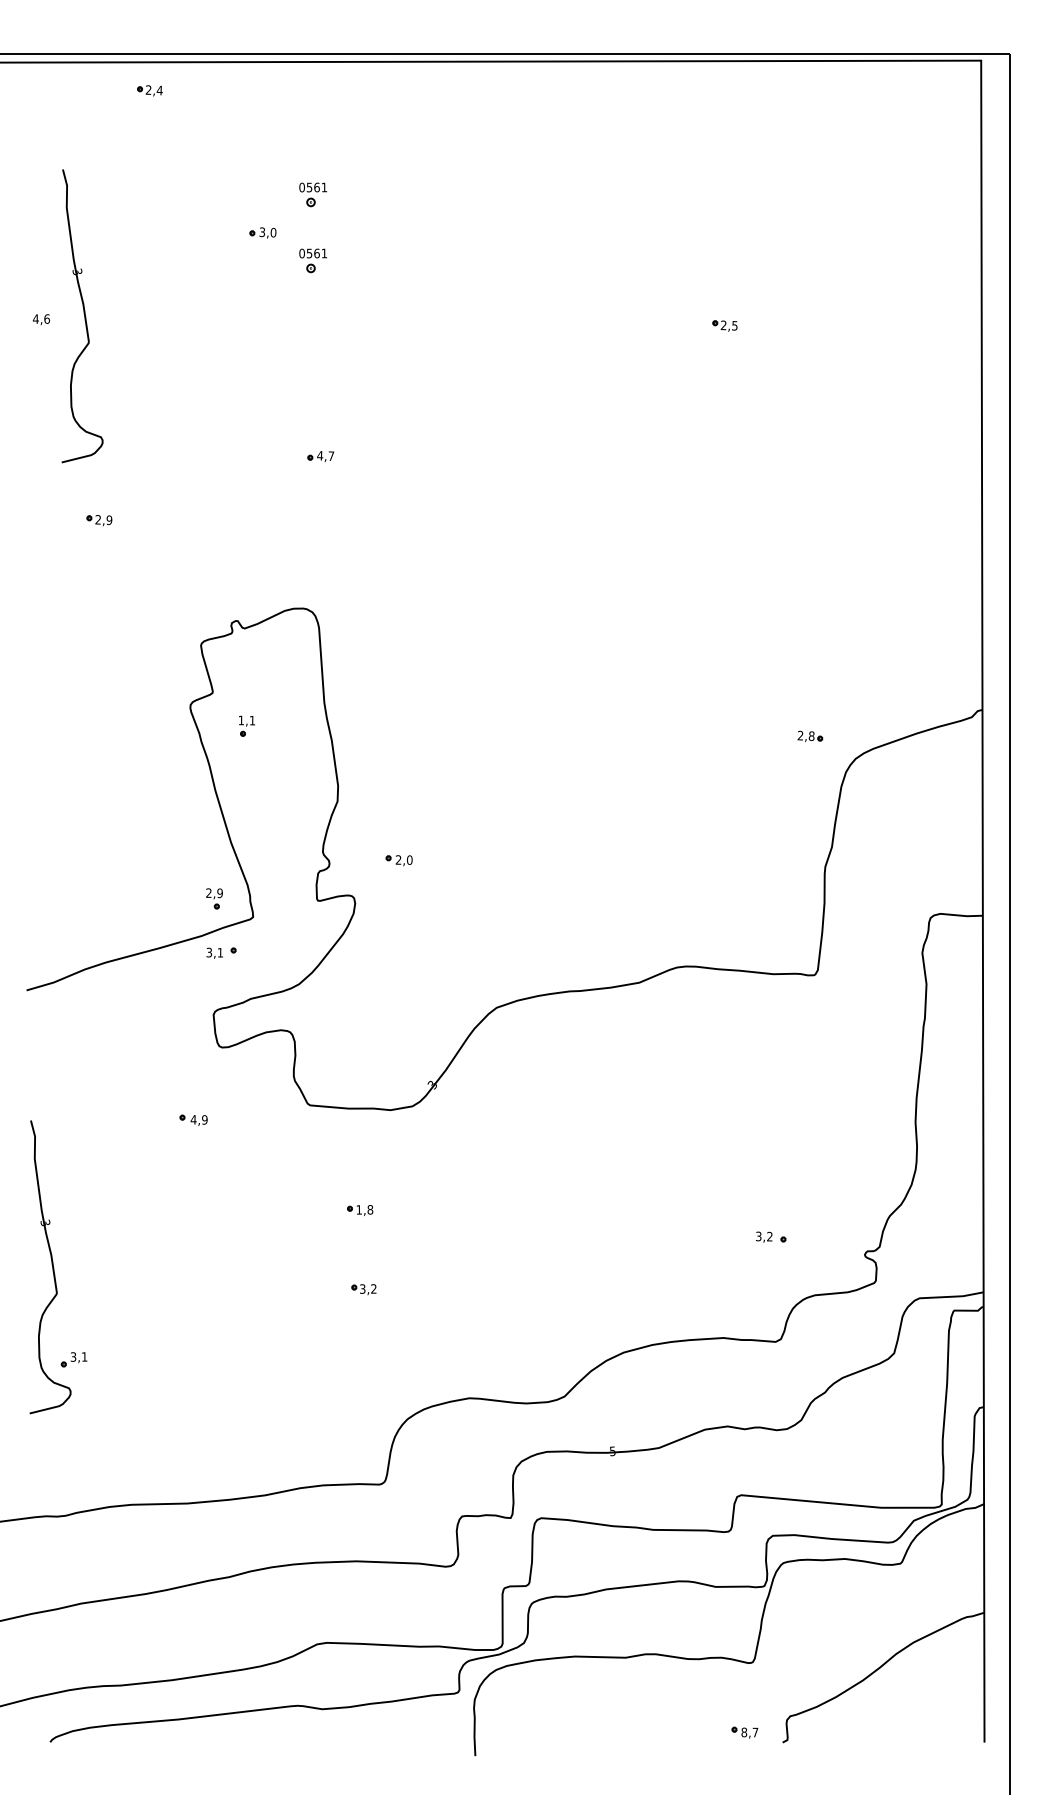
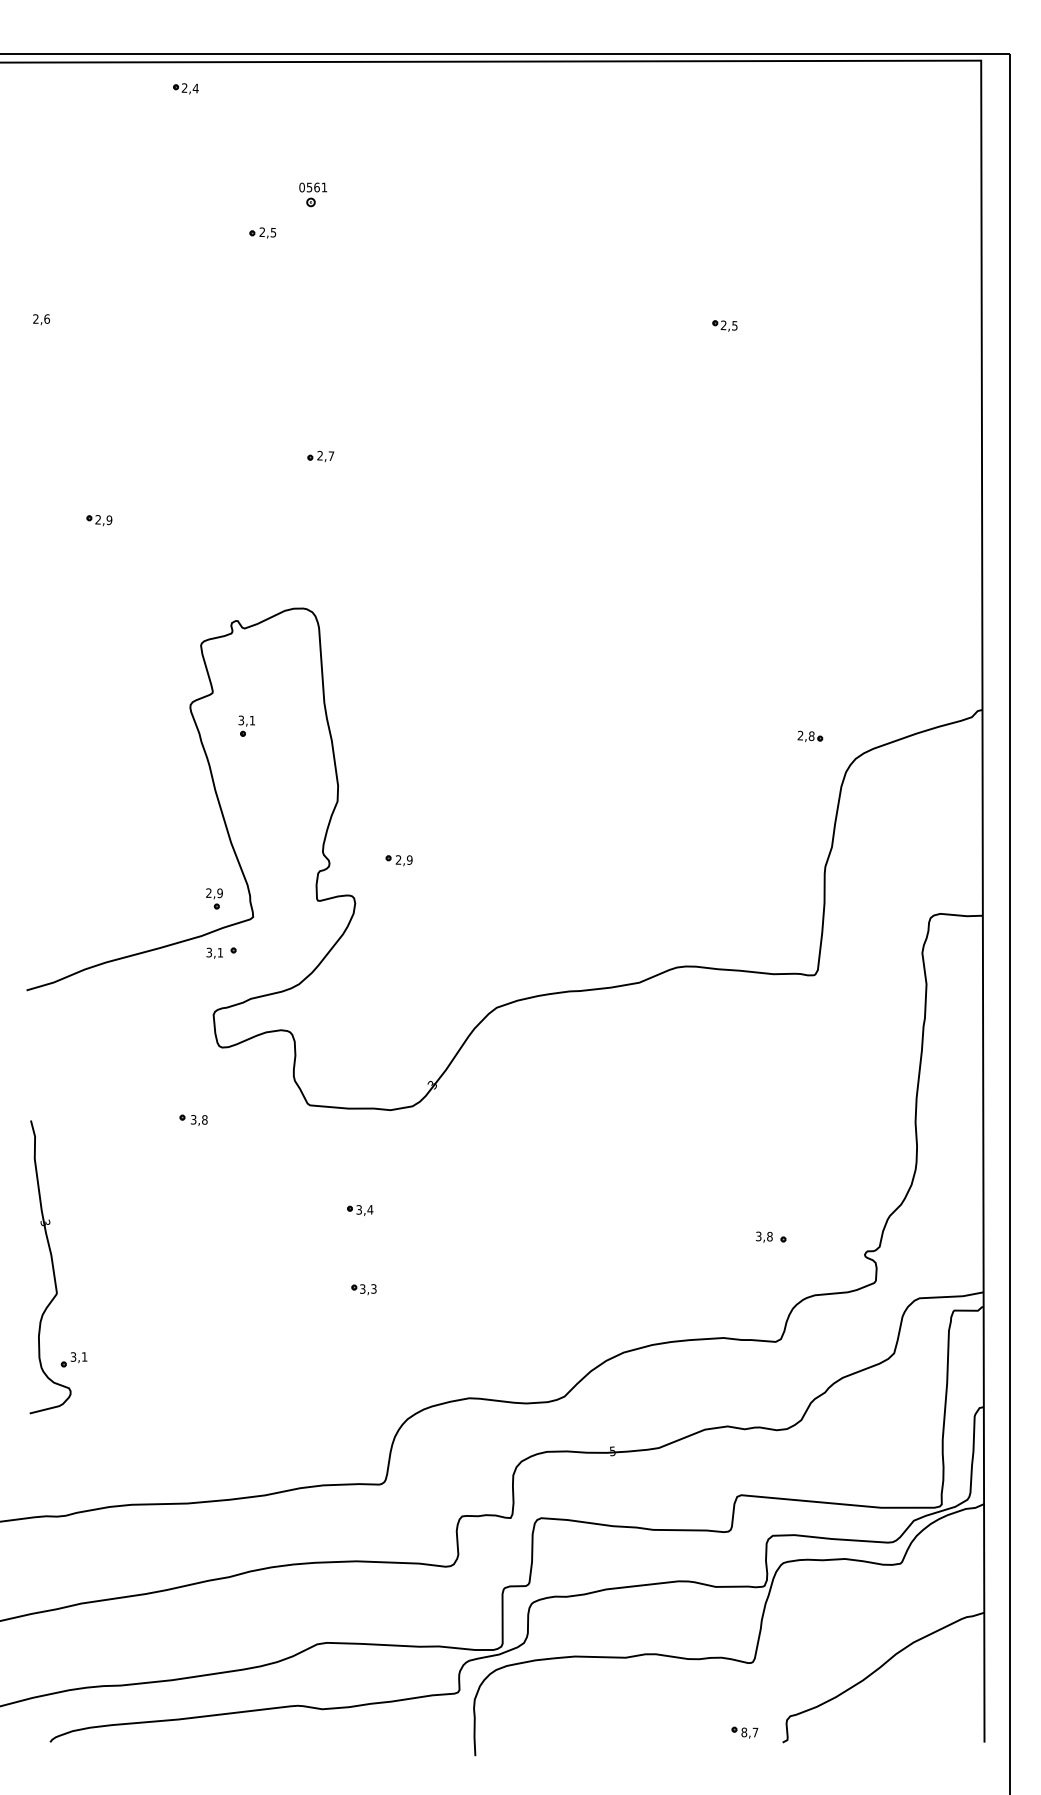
part at (149, 90) position: (149, 90) -> (185, 88)
text at (267, 232): 3,0 -> 2,5
part at (313, 260): present -> none
part at (82, 316): present -> none
text at (35, 318): 4,6 -> 2,6
text at (320, 455): 4,7 -> 2,7
text at (241, 720): 1,1 -> 3,1
text at (409, 859): 2,0 -> 2,9
text at (198, 1119): 4,9 -> 3,8
text at (364, 1209): 1,8 -> 3,4
text at (769, 1236): 3,2 -> 3,8
text at (373, 1288): 3,2 -> 3,3
